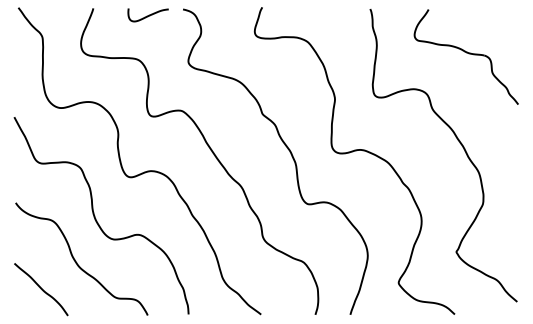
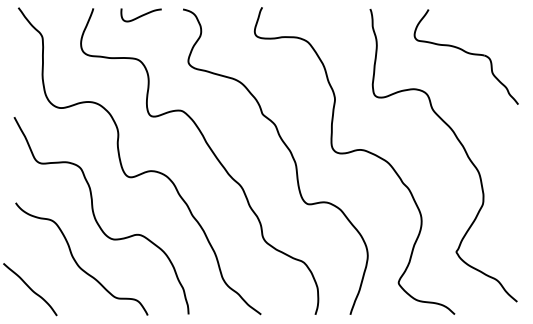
curve at (147, 15) position: (147, 15) -> (140, 15)
curve at (41, 289) position: (41, 289) -> (30, 289)
